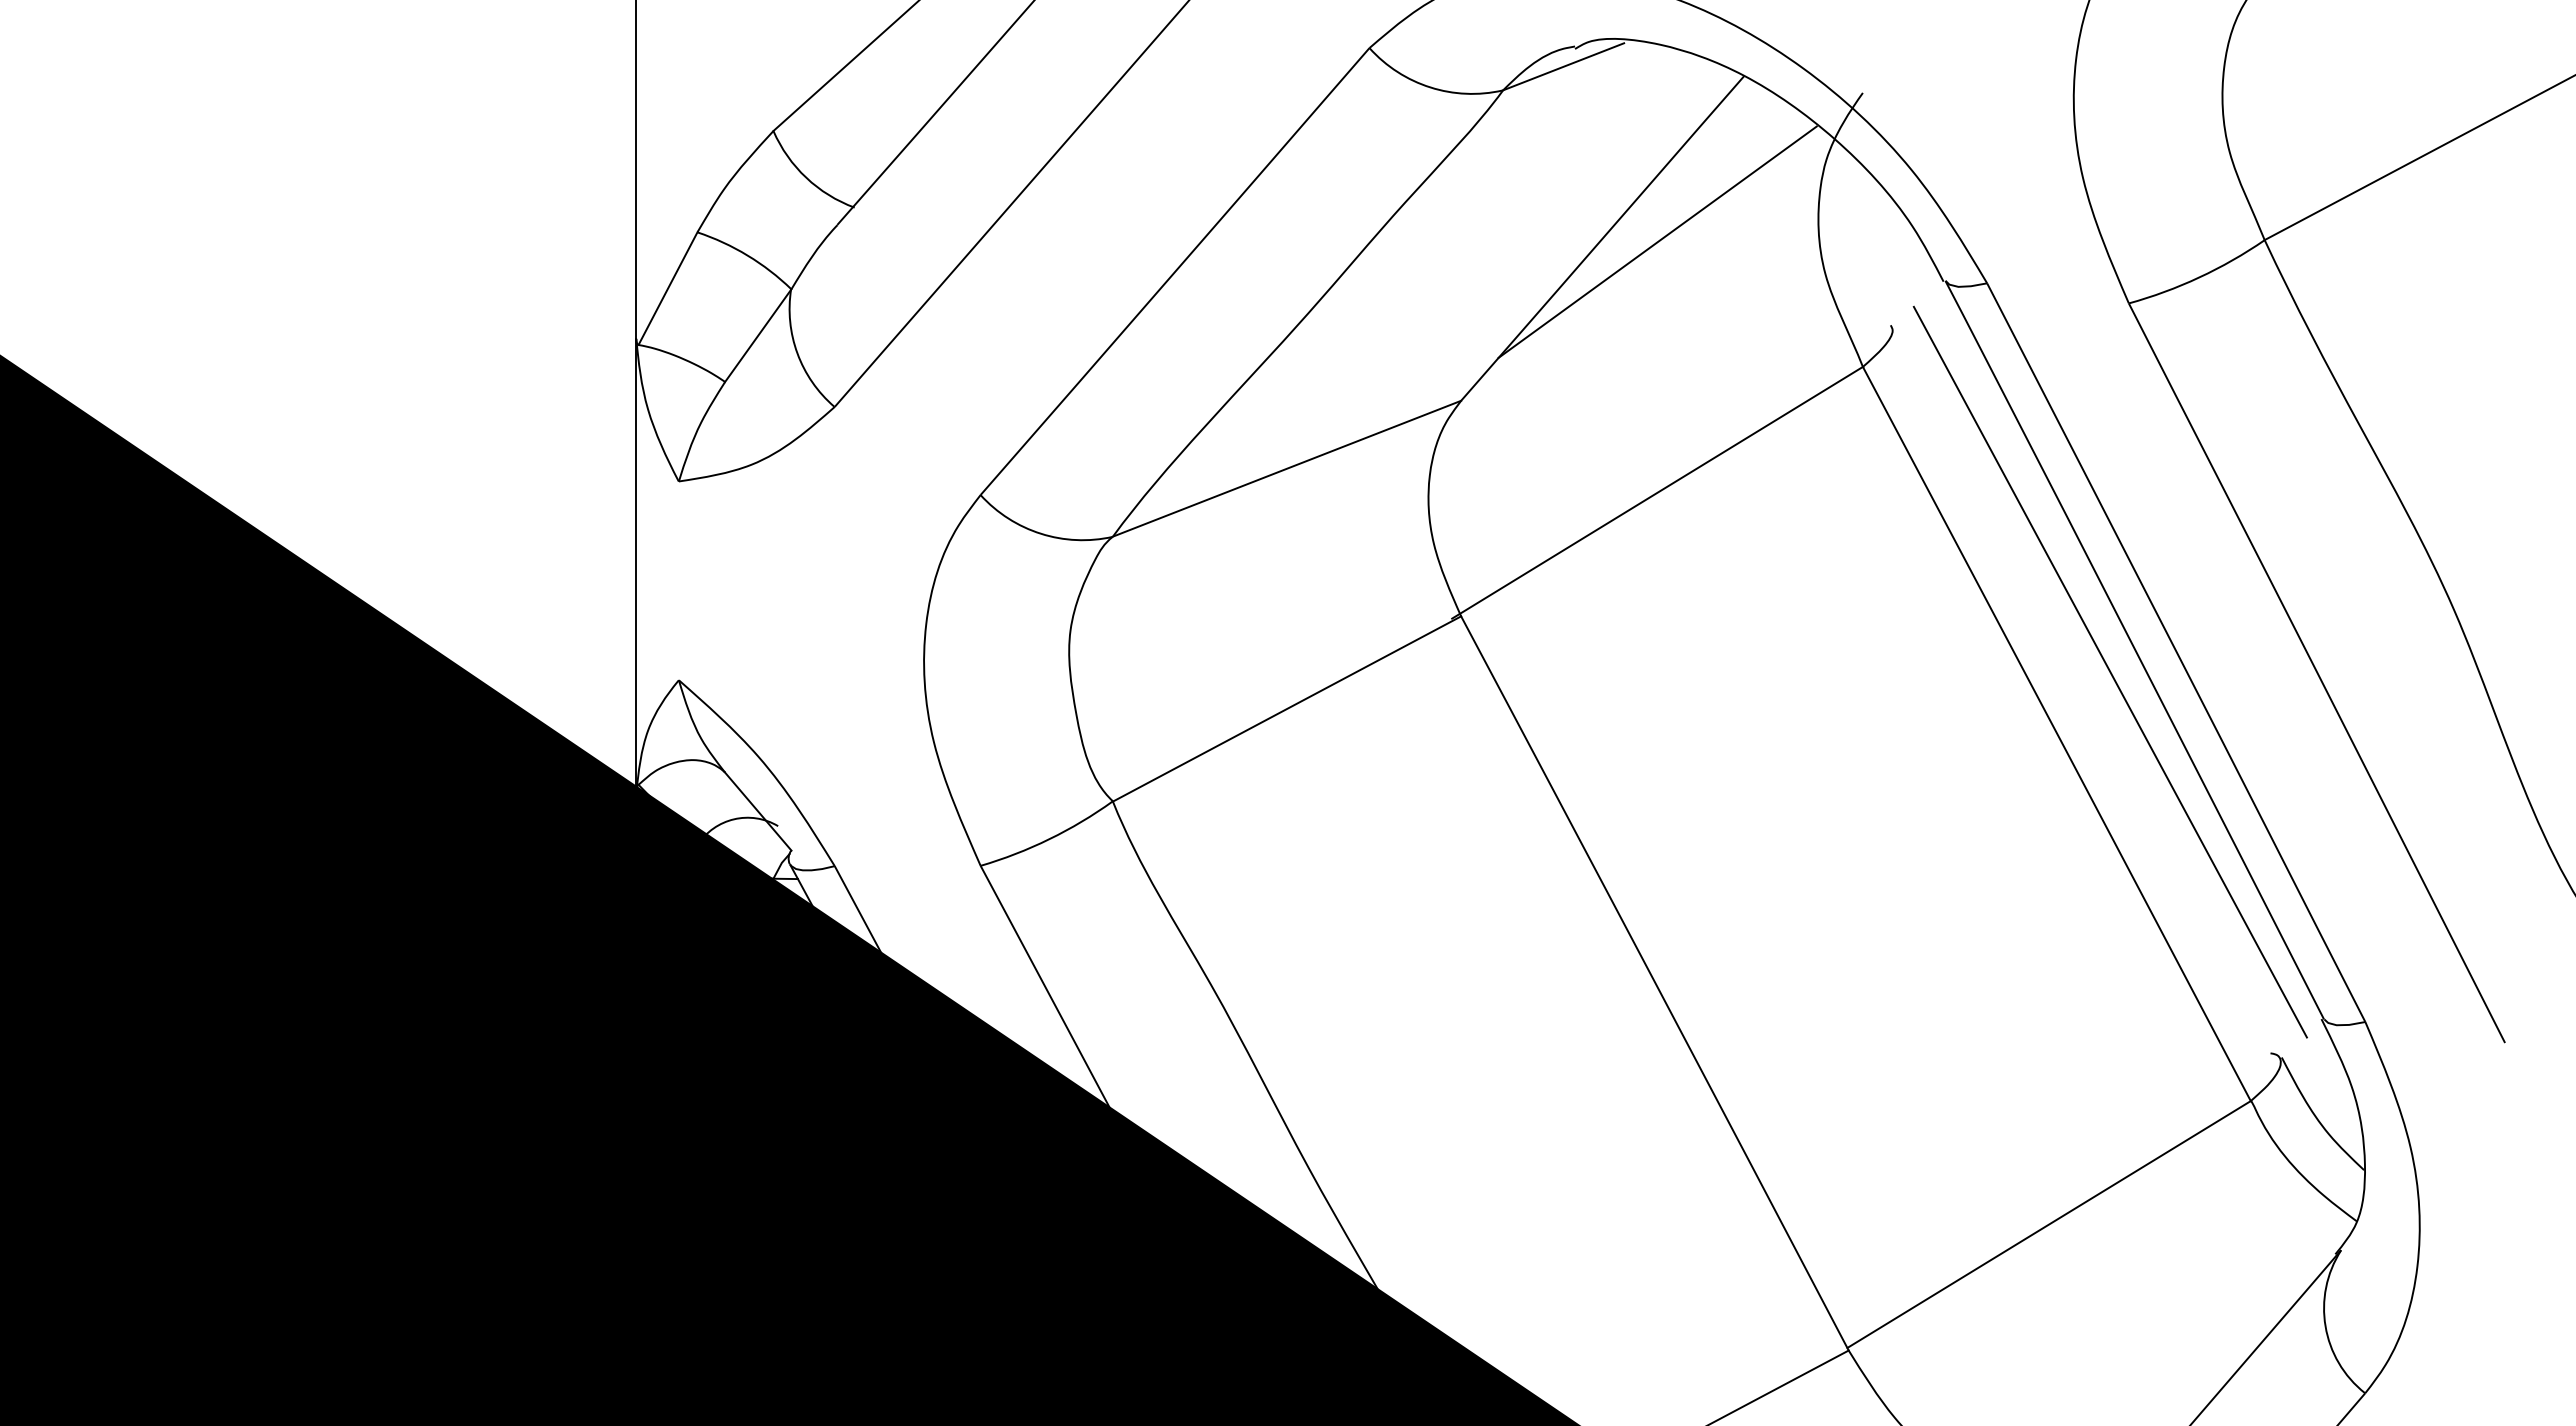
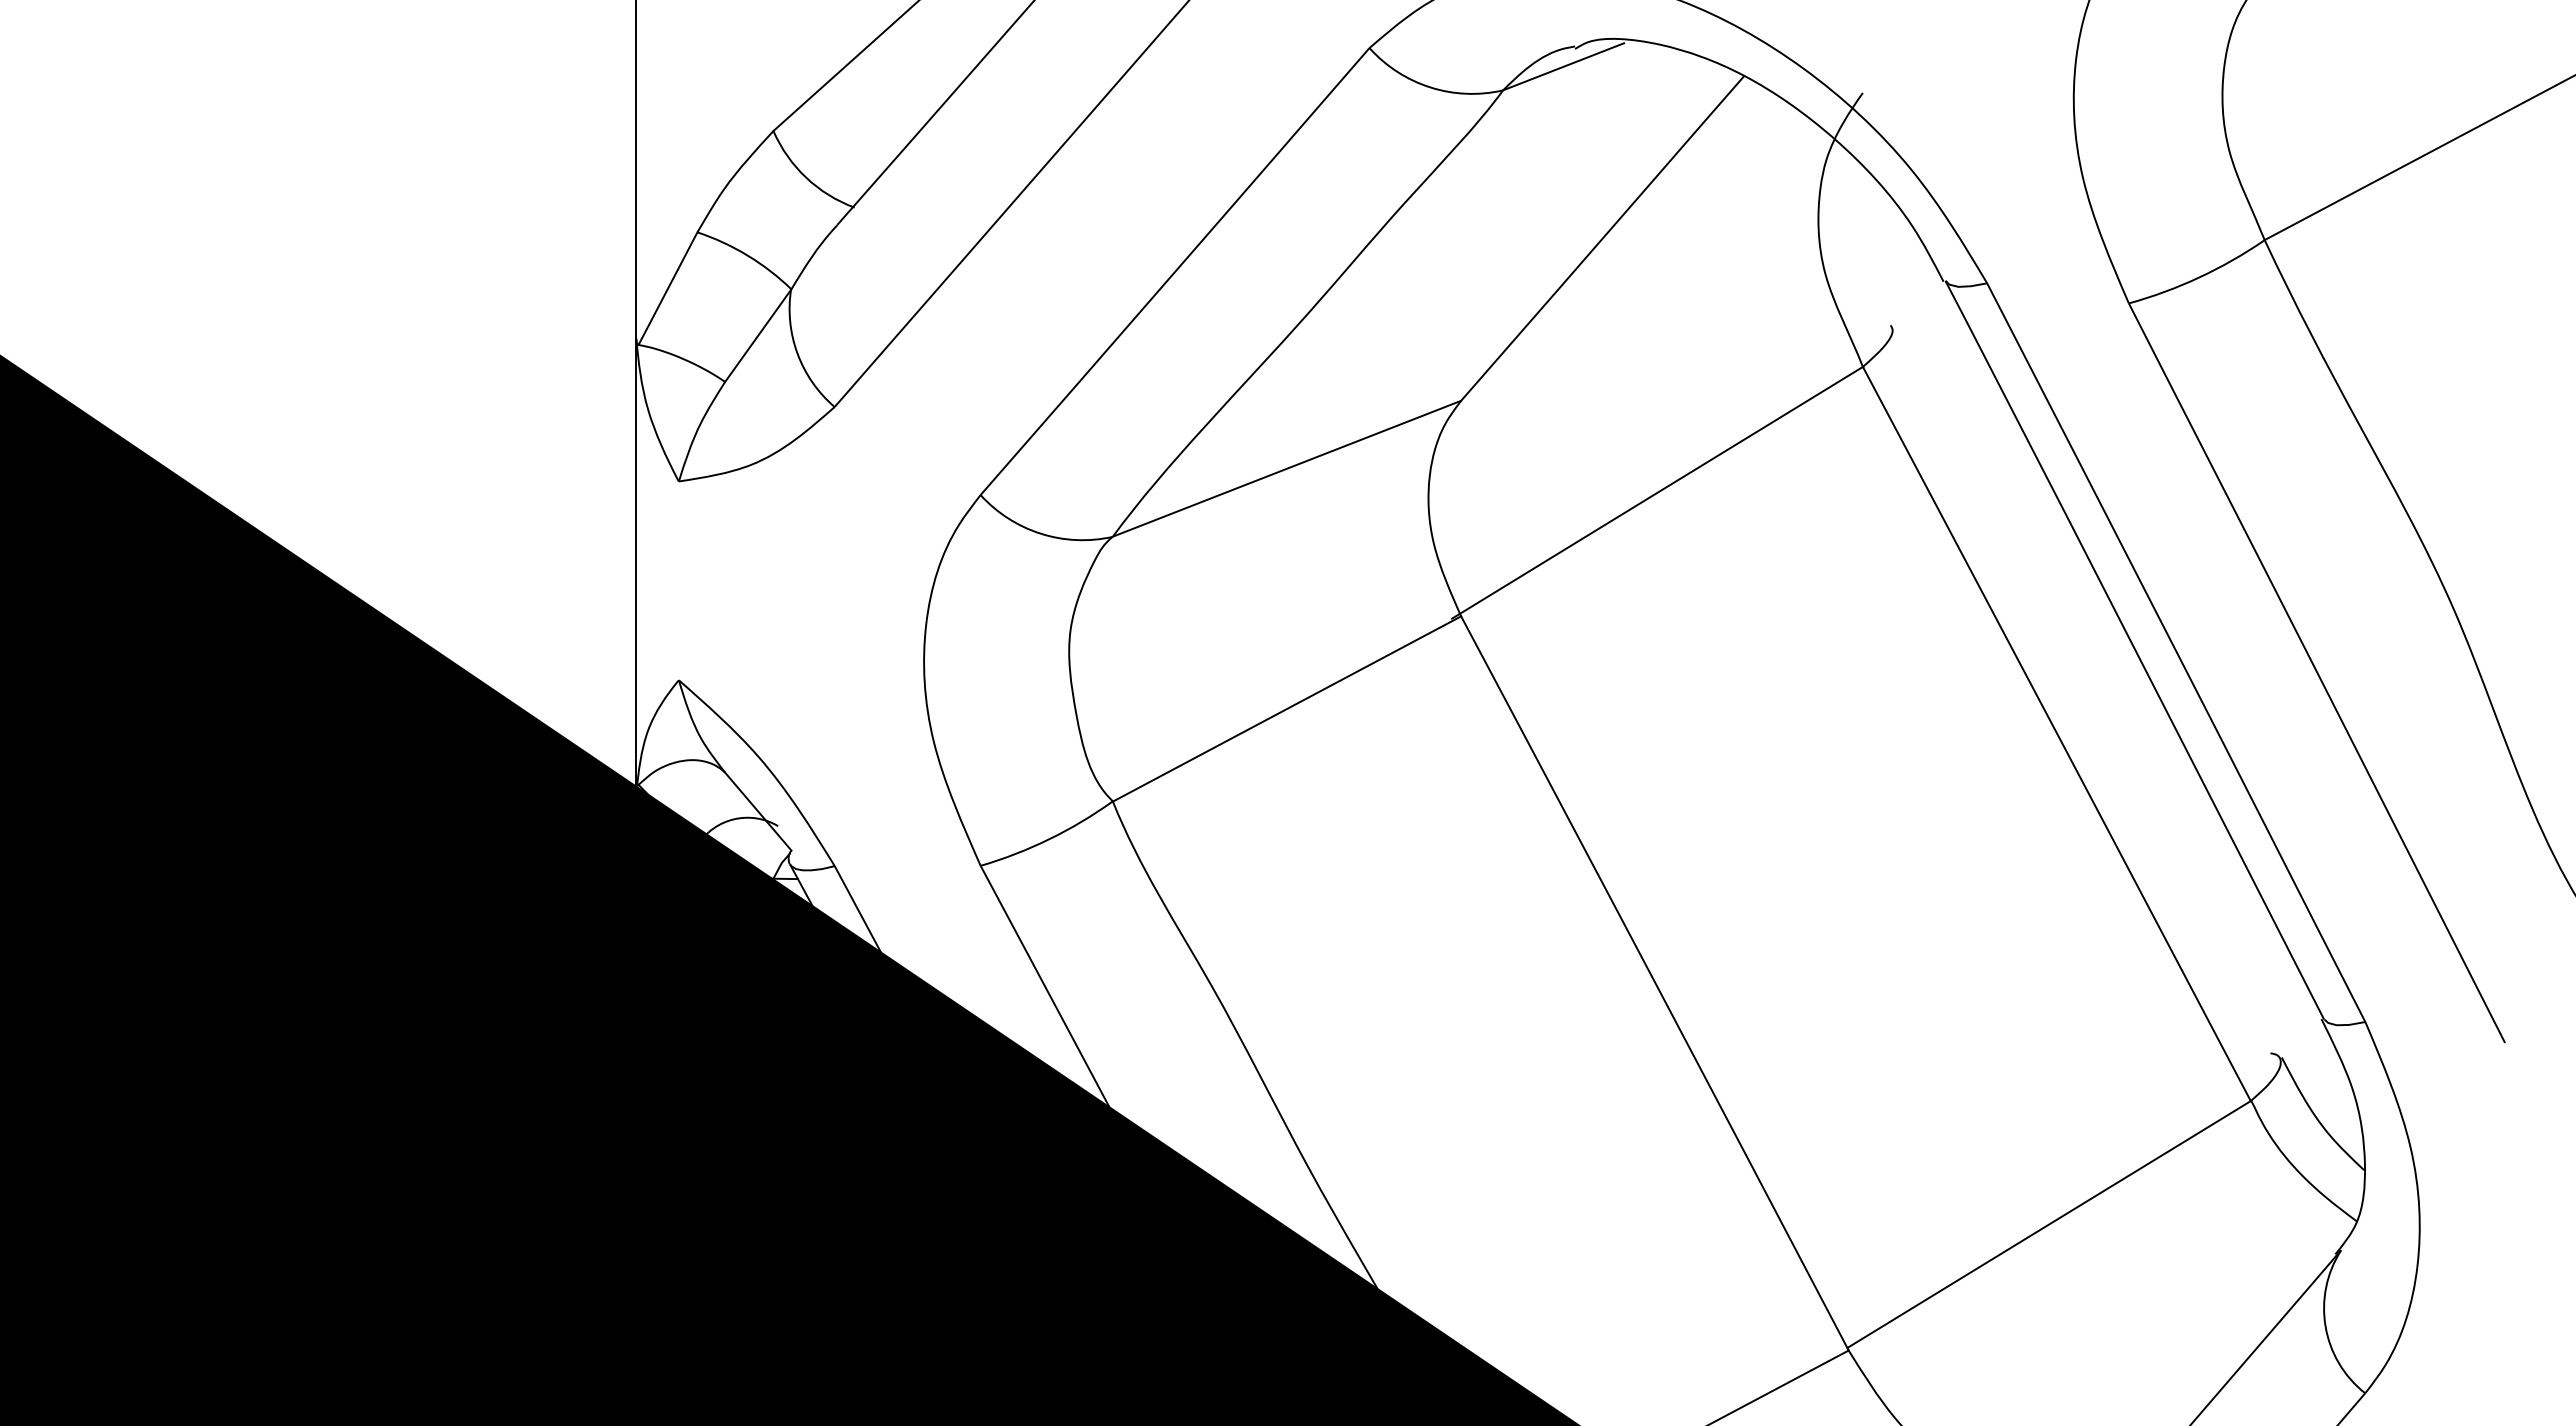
line at (1657, 241): present -> none
line at (2109, 671): present -> none
